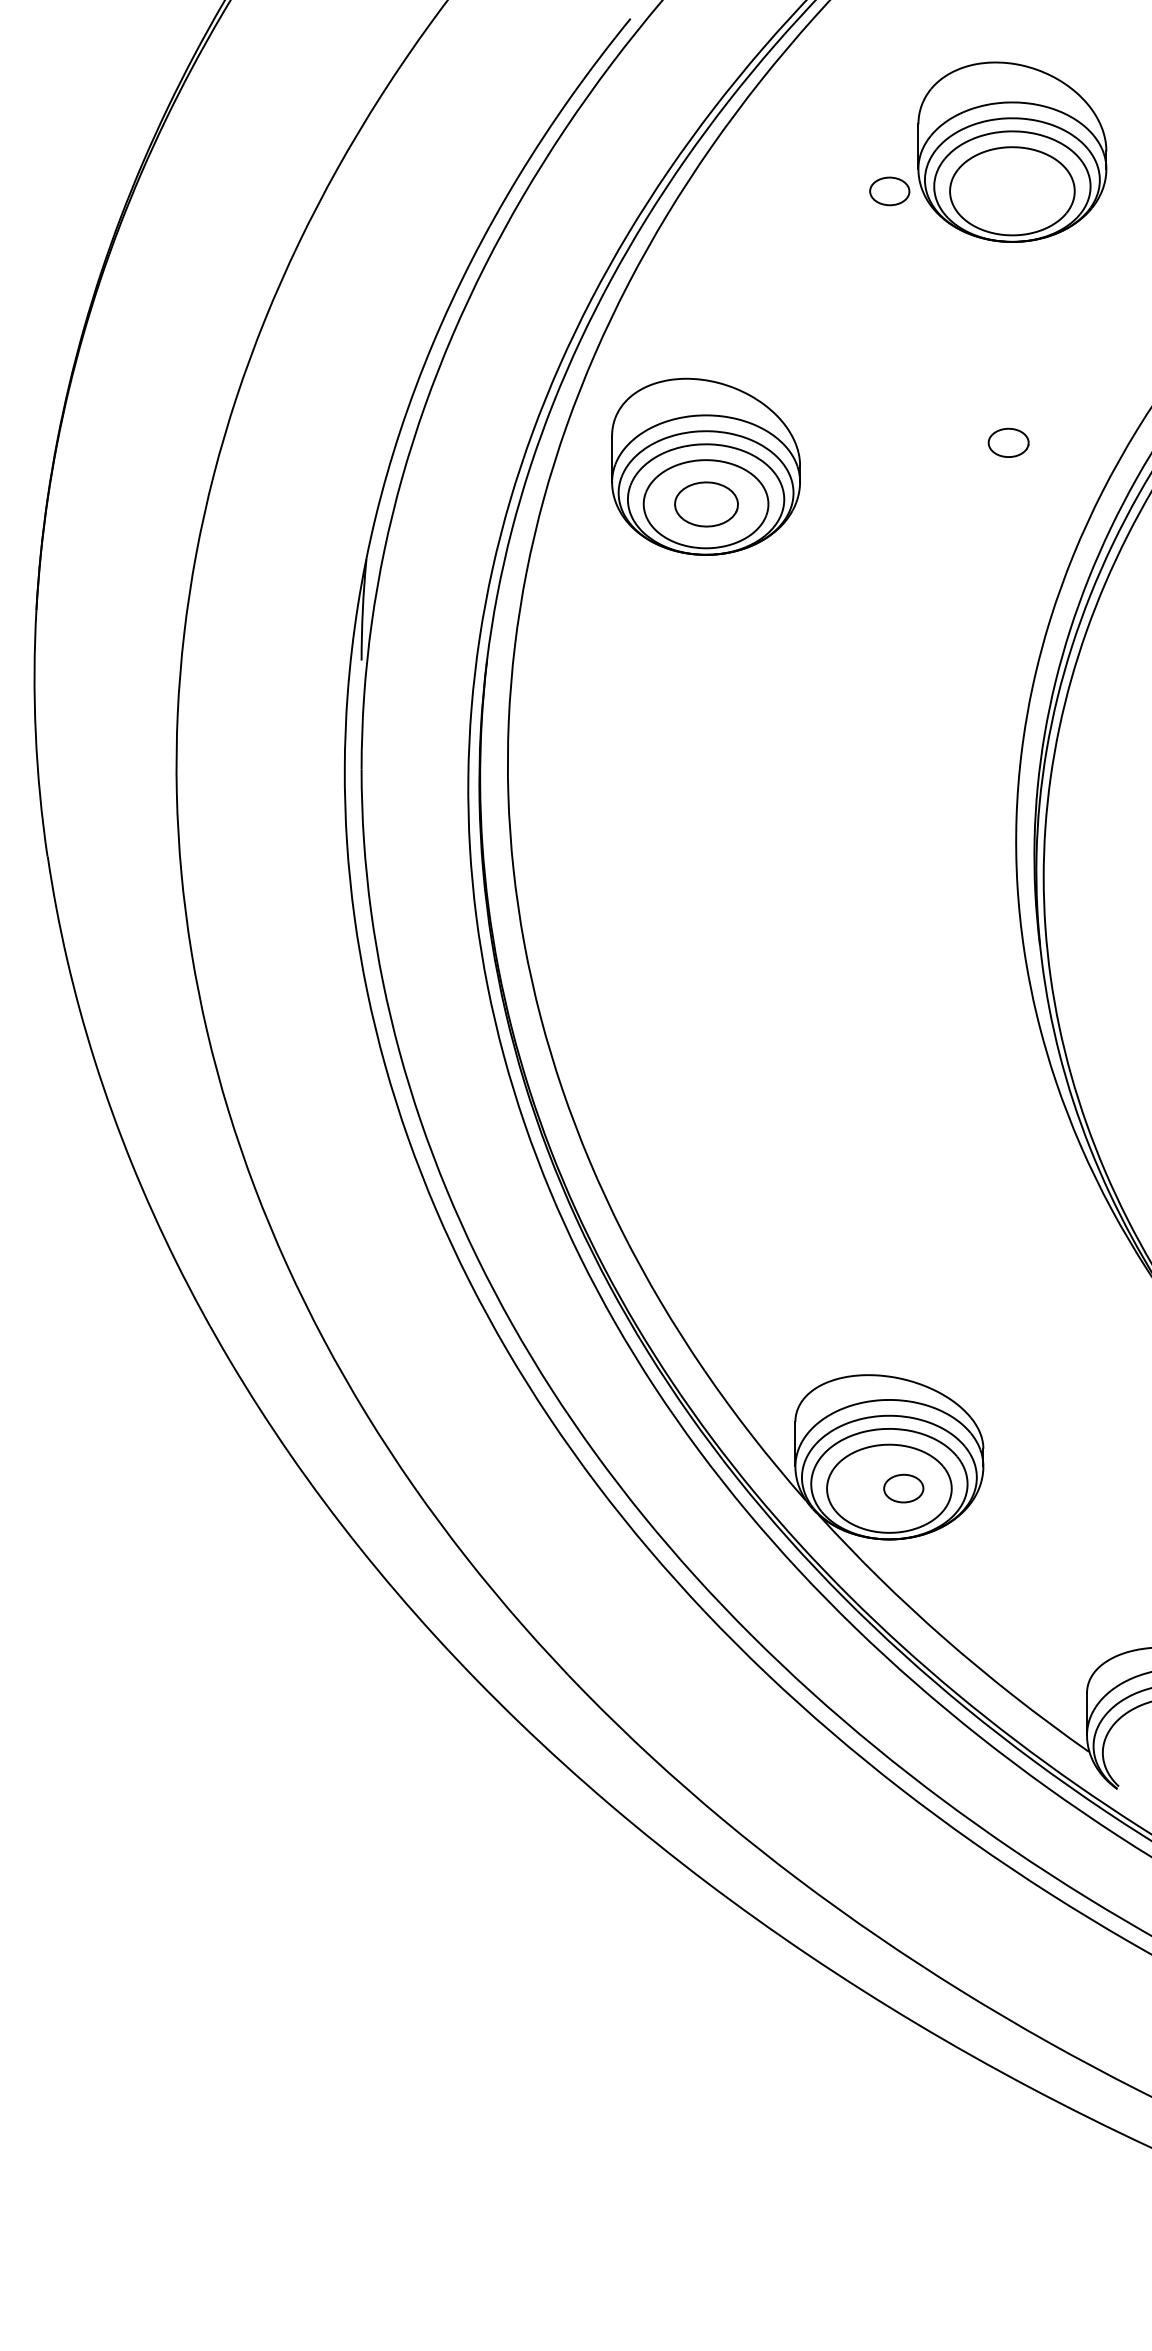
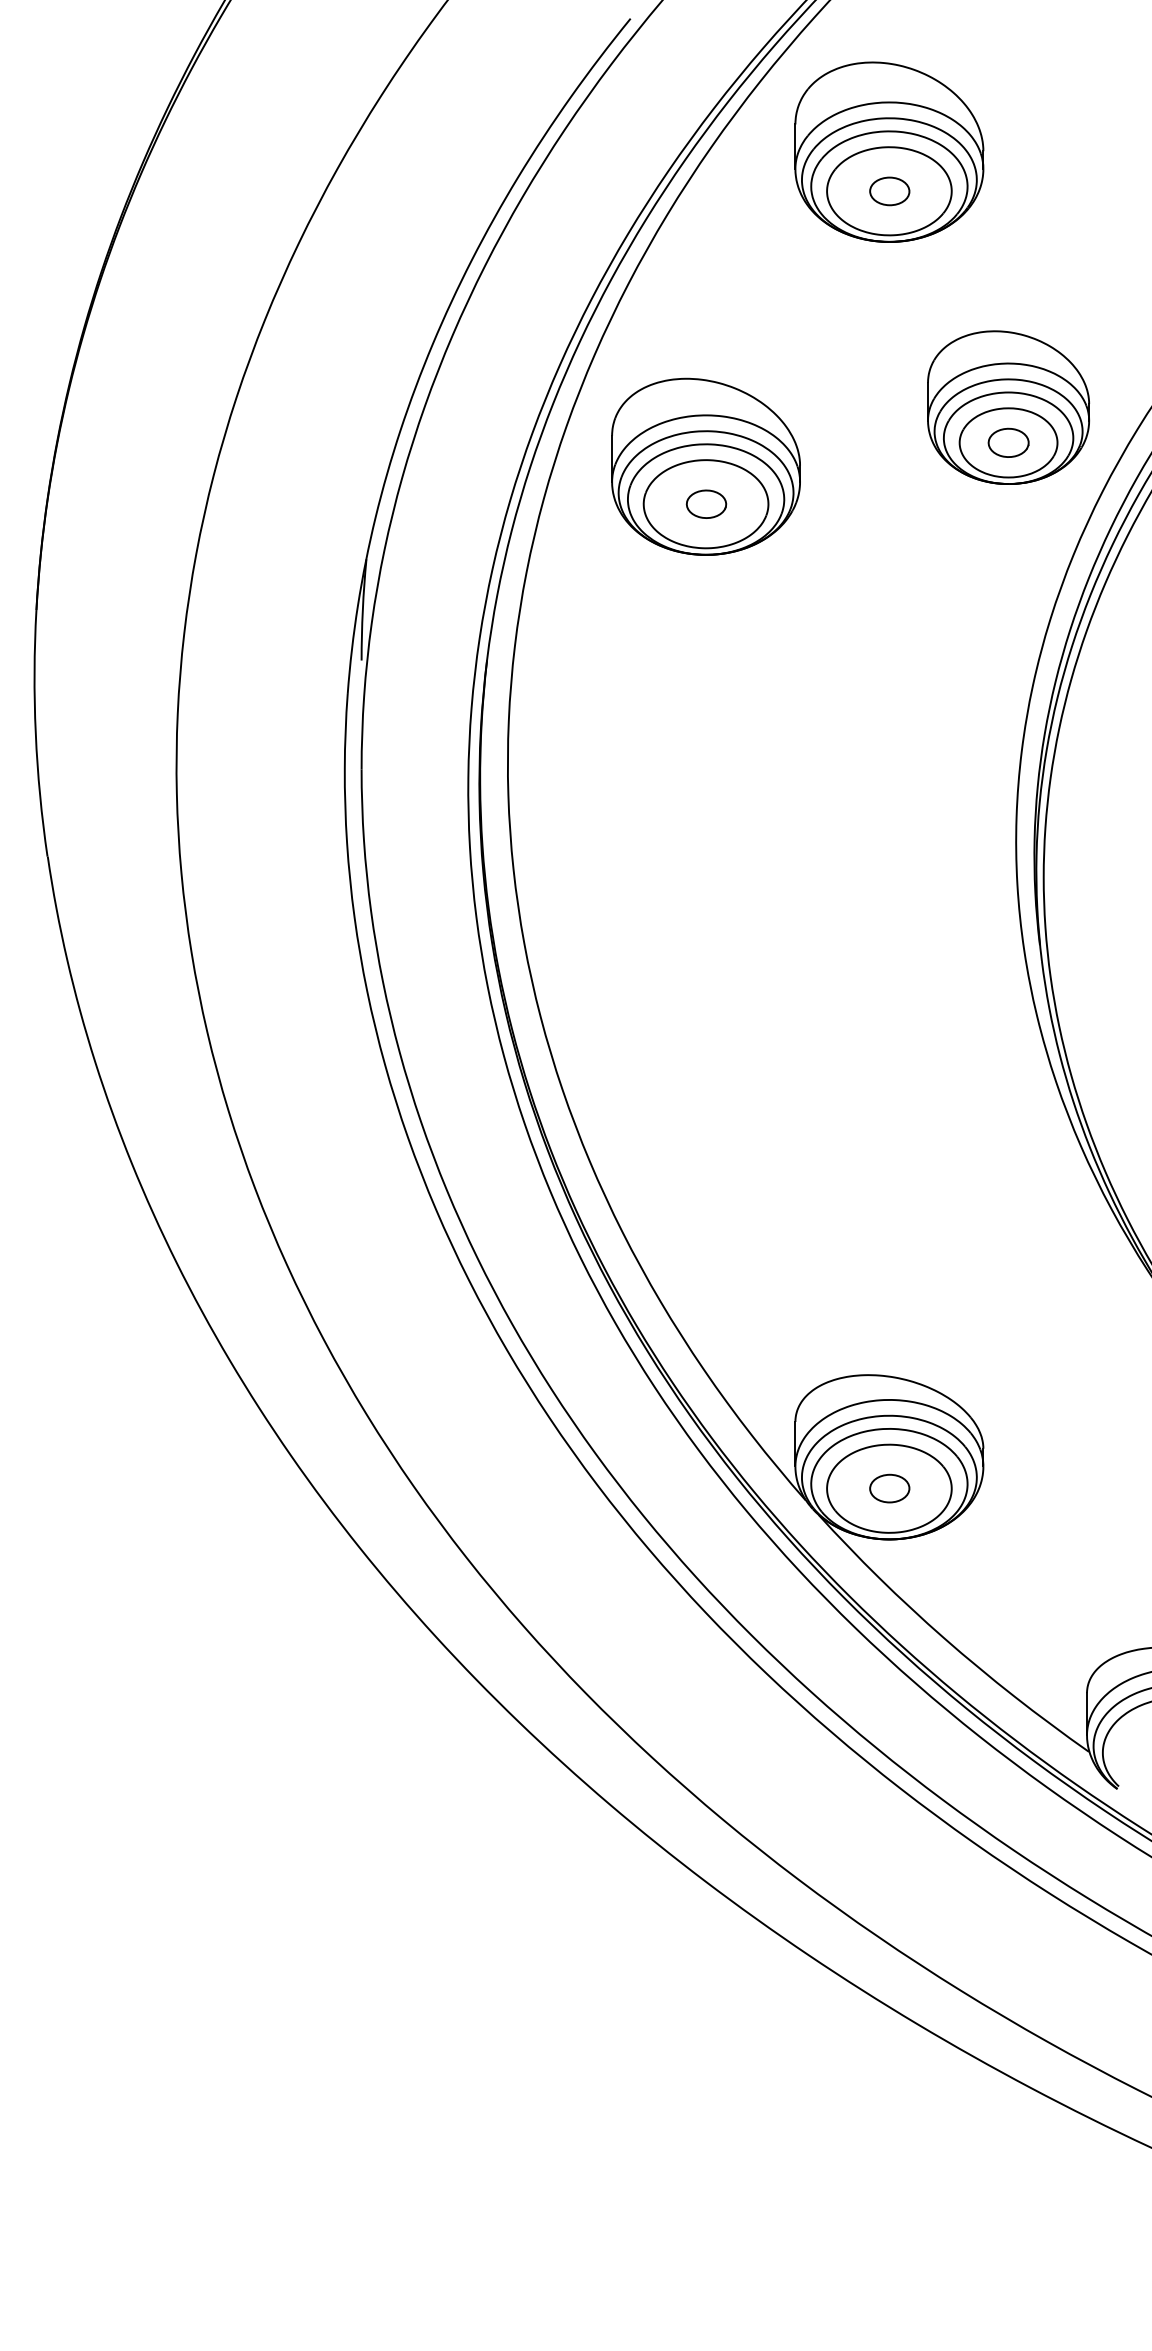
part at (1012, 151) position: (1012, 151) -> (889, 151)
part at (1008, 407): none -> present
part at (706, 504) size: 65x47 px -> 43x30 px
part at (903, 1488) position: (903, 1488) -> (889, 1488)
